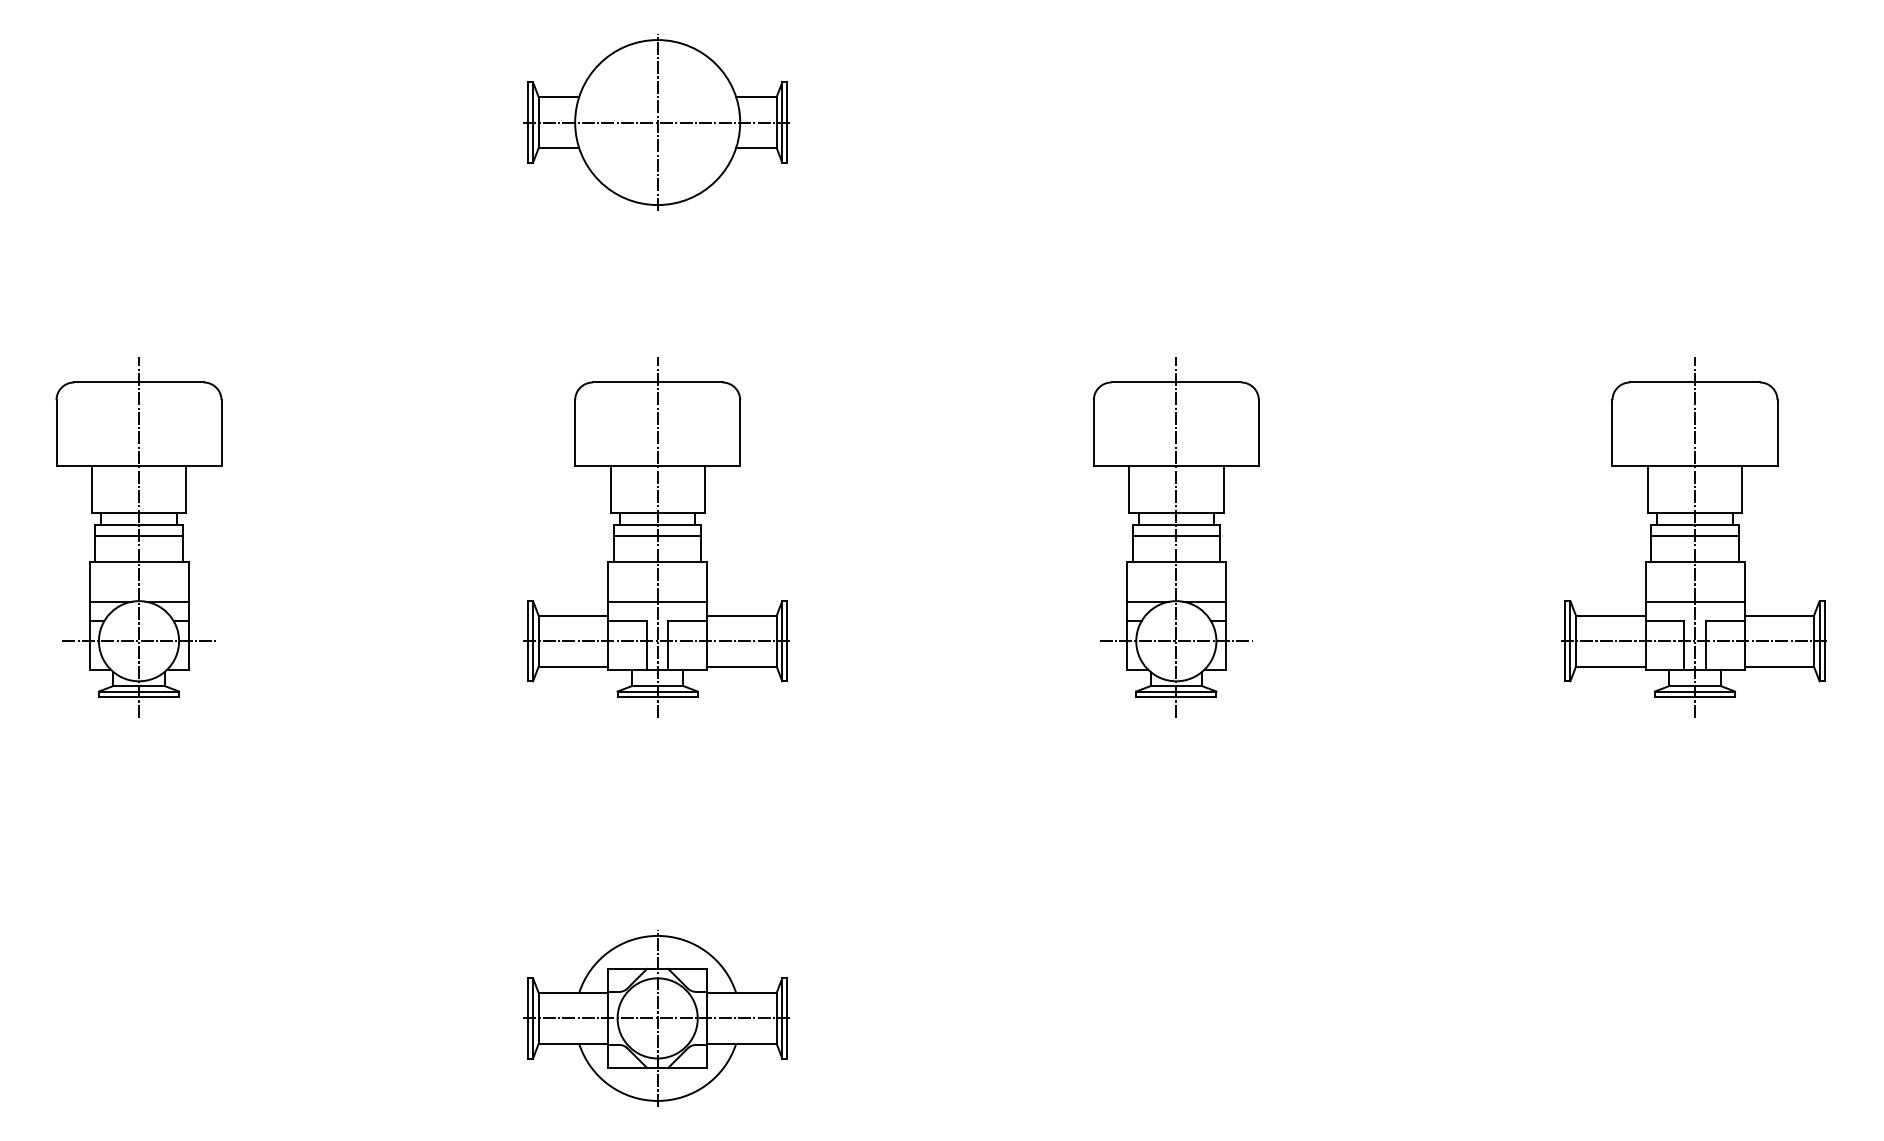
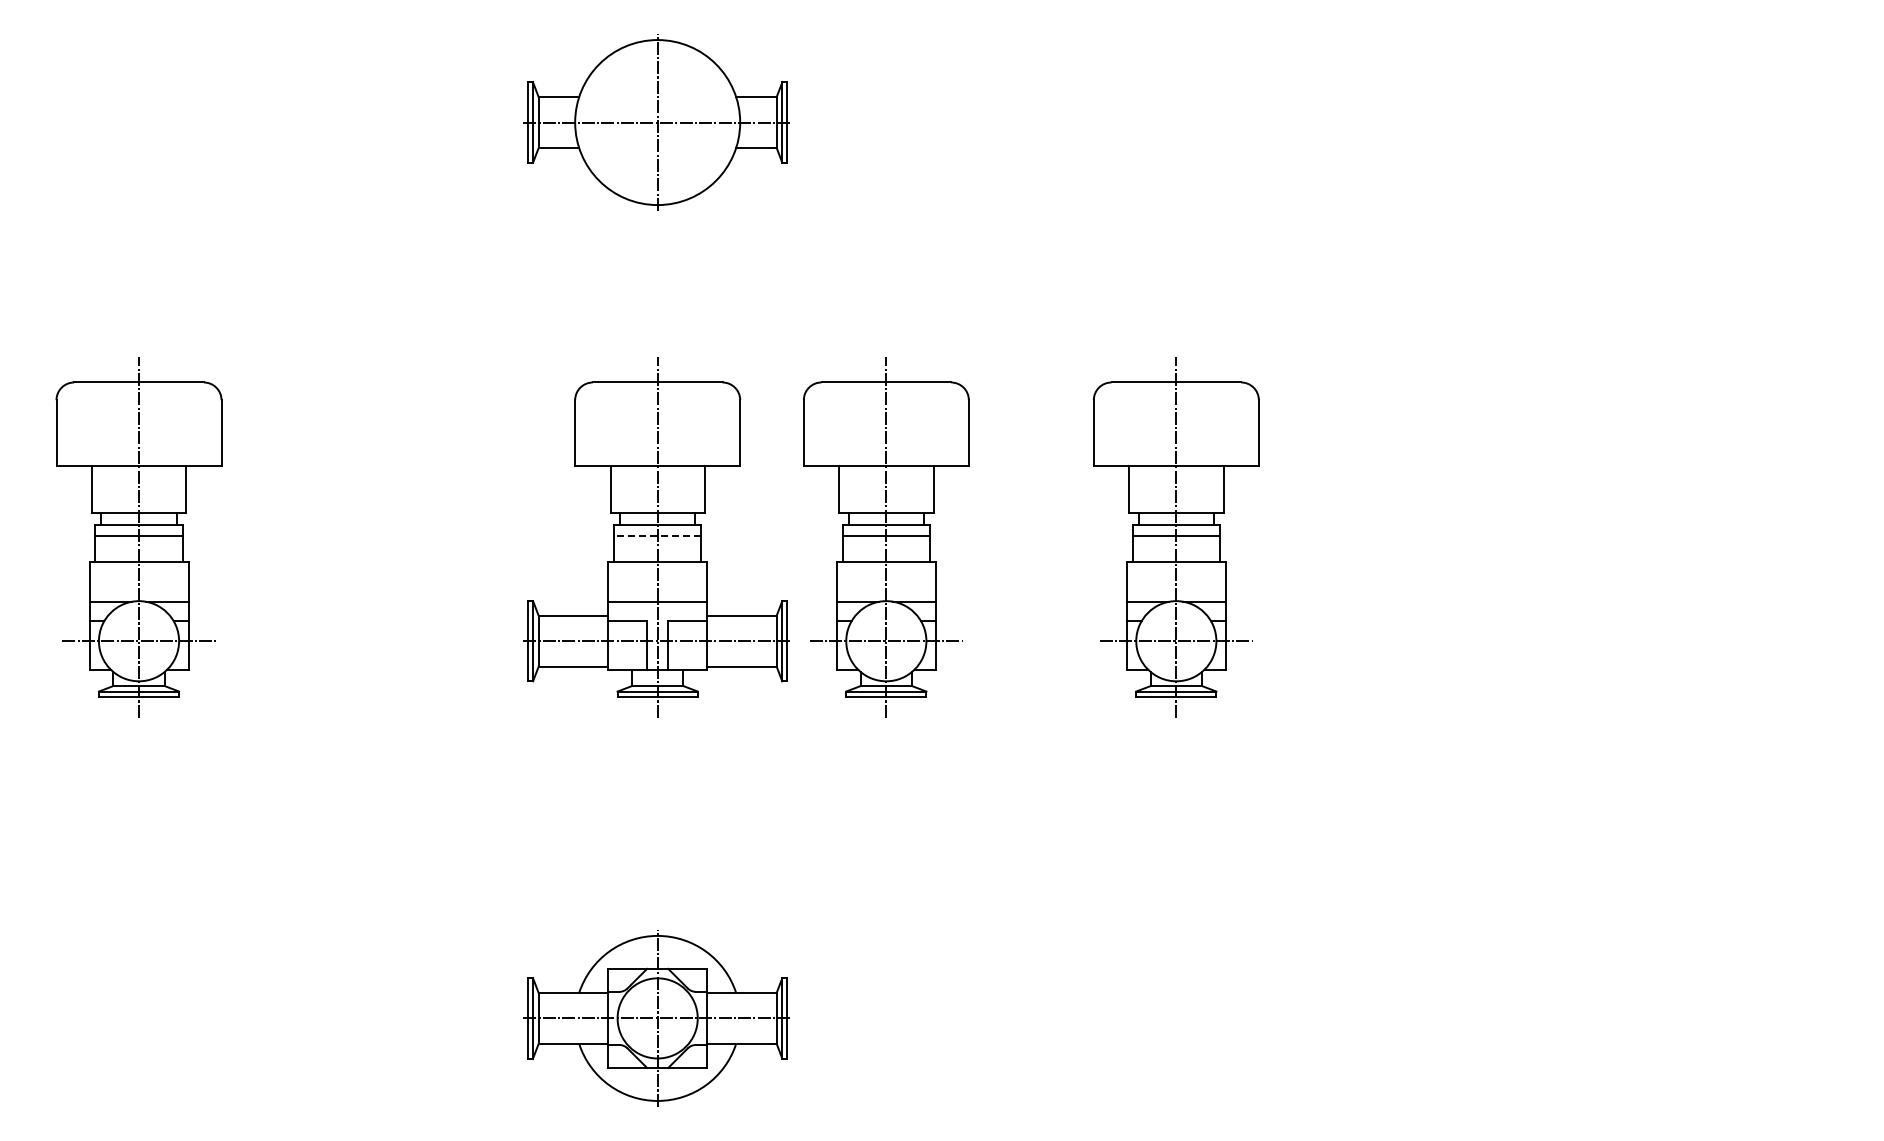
line at (657, 535): solid -> dashed
part at (886, 537): none -> present
part at (1693, 537): present -> none
